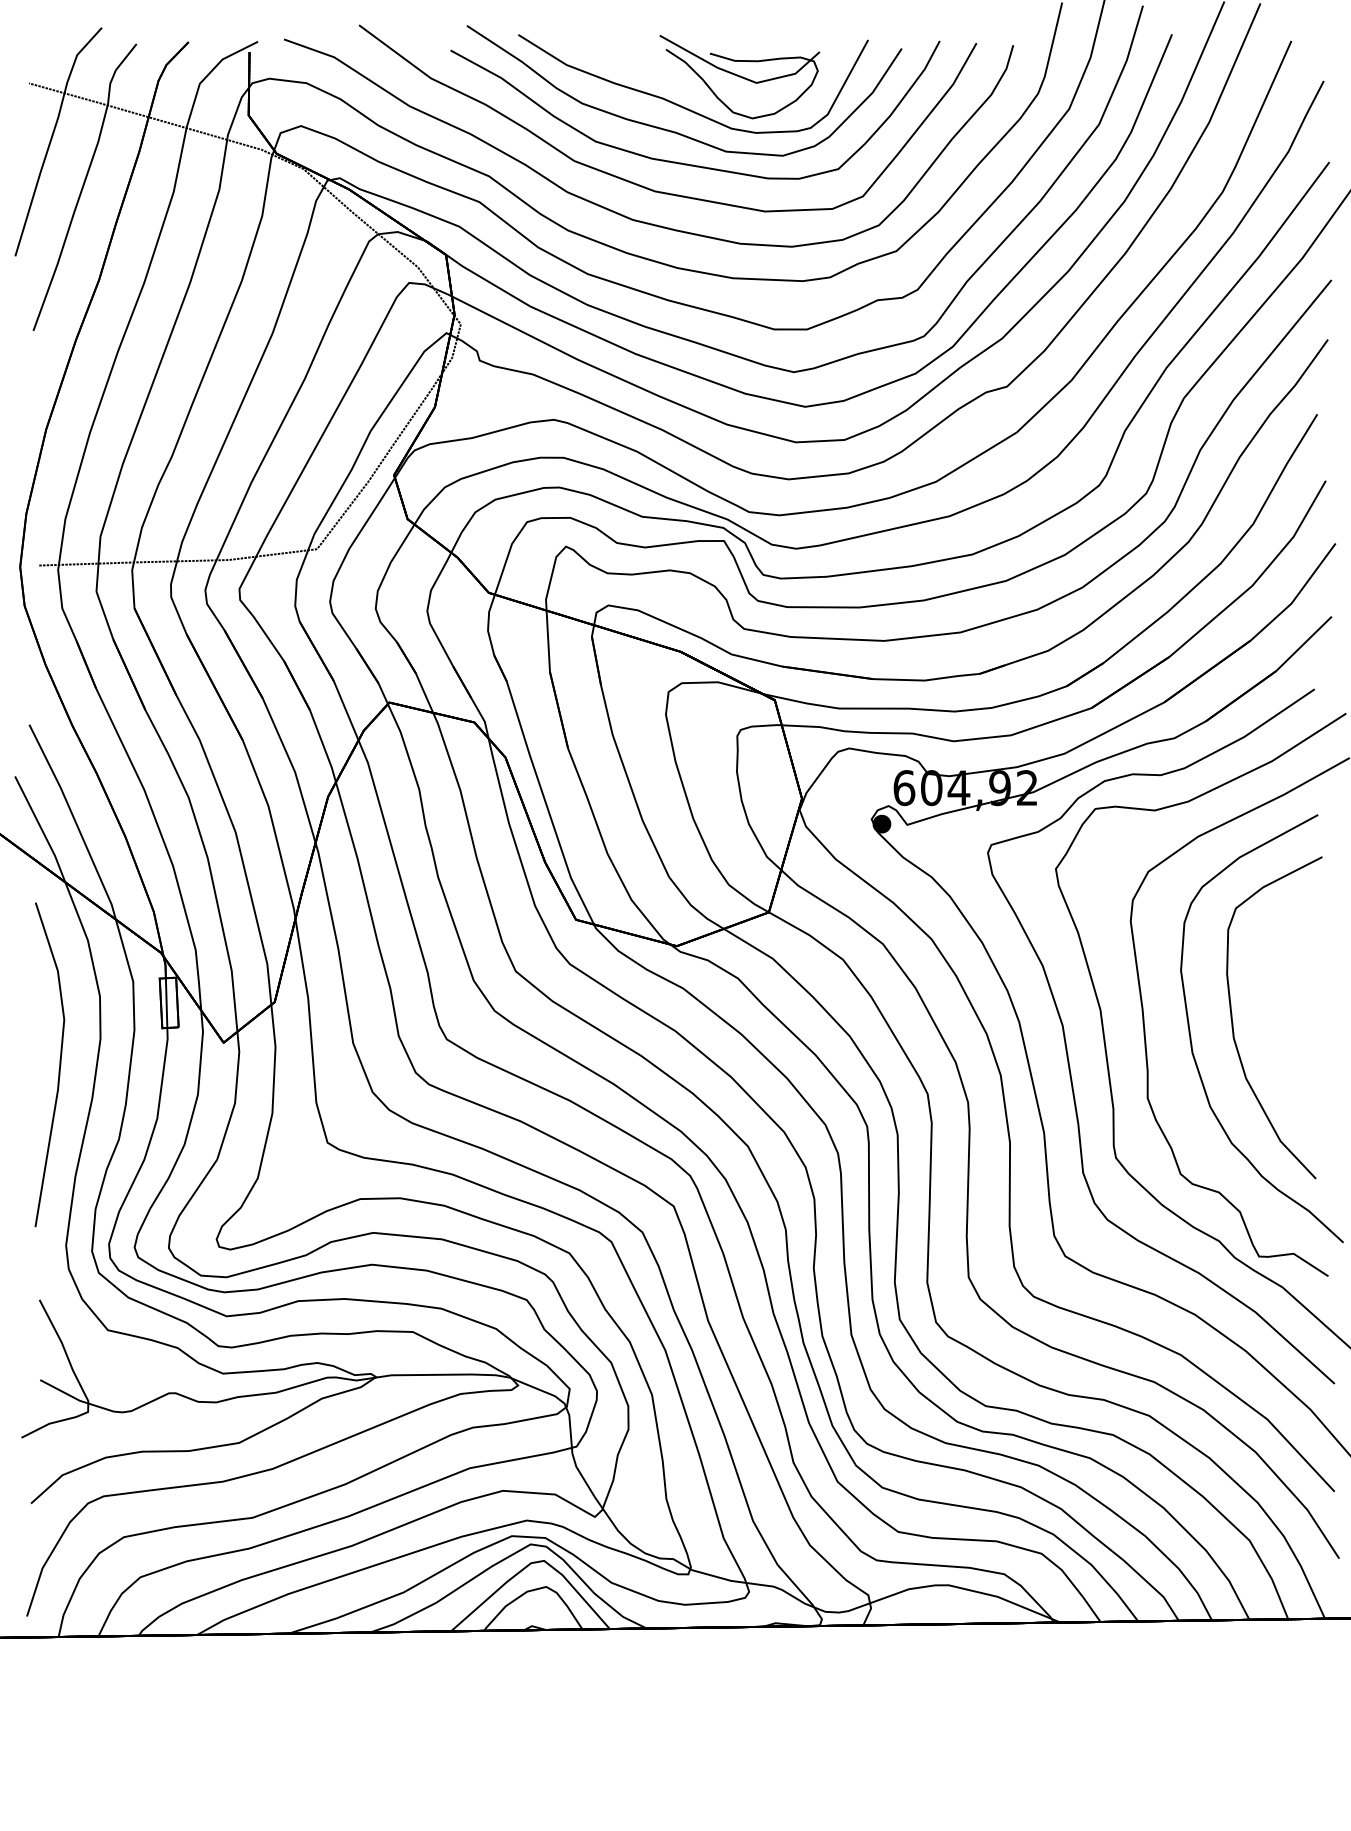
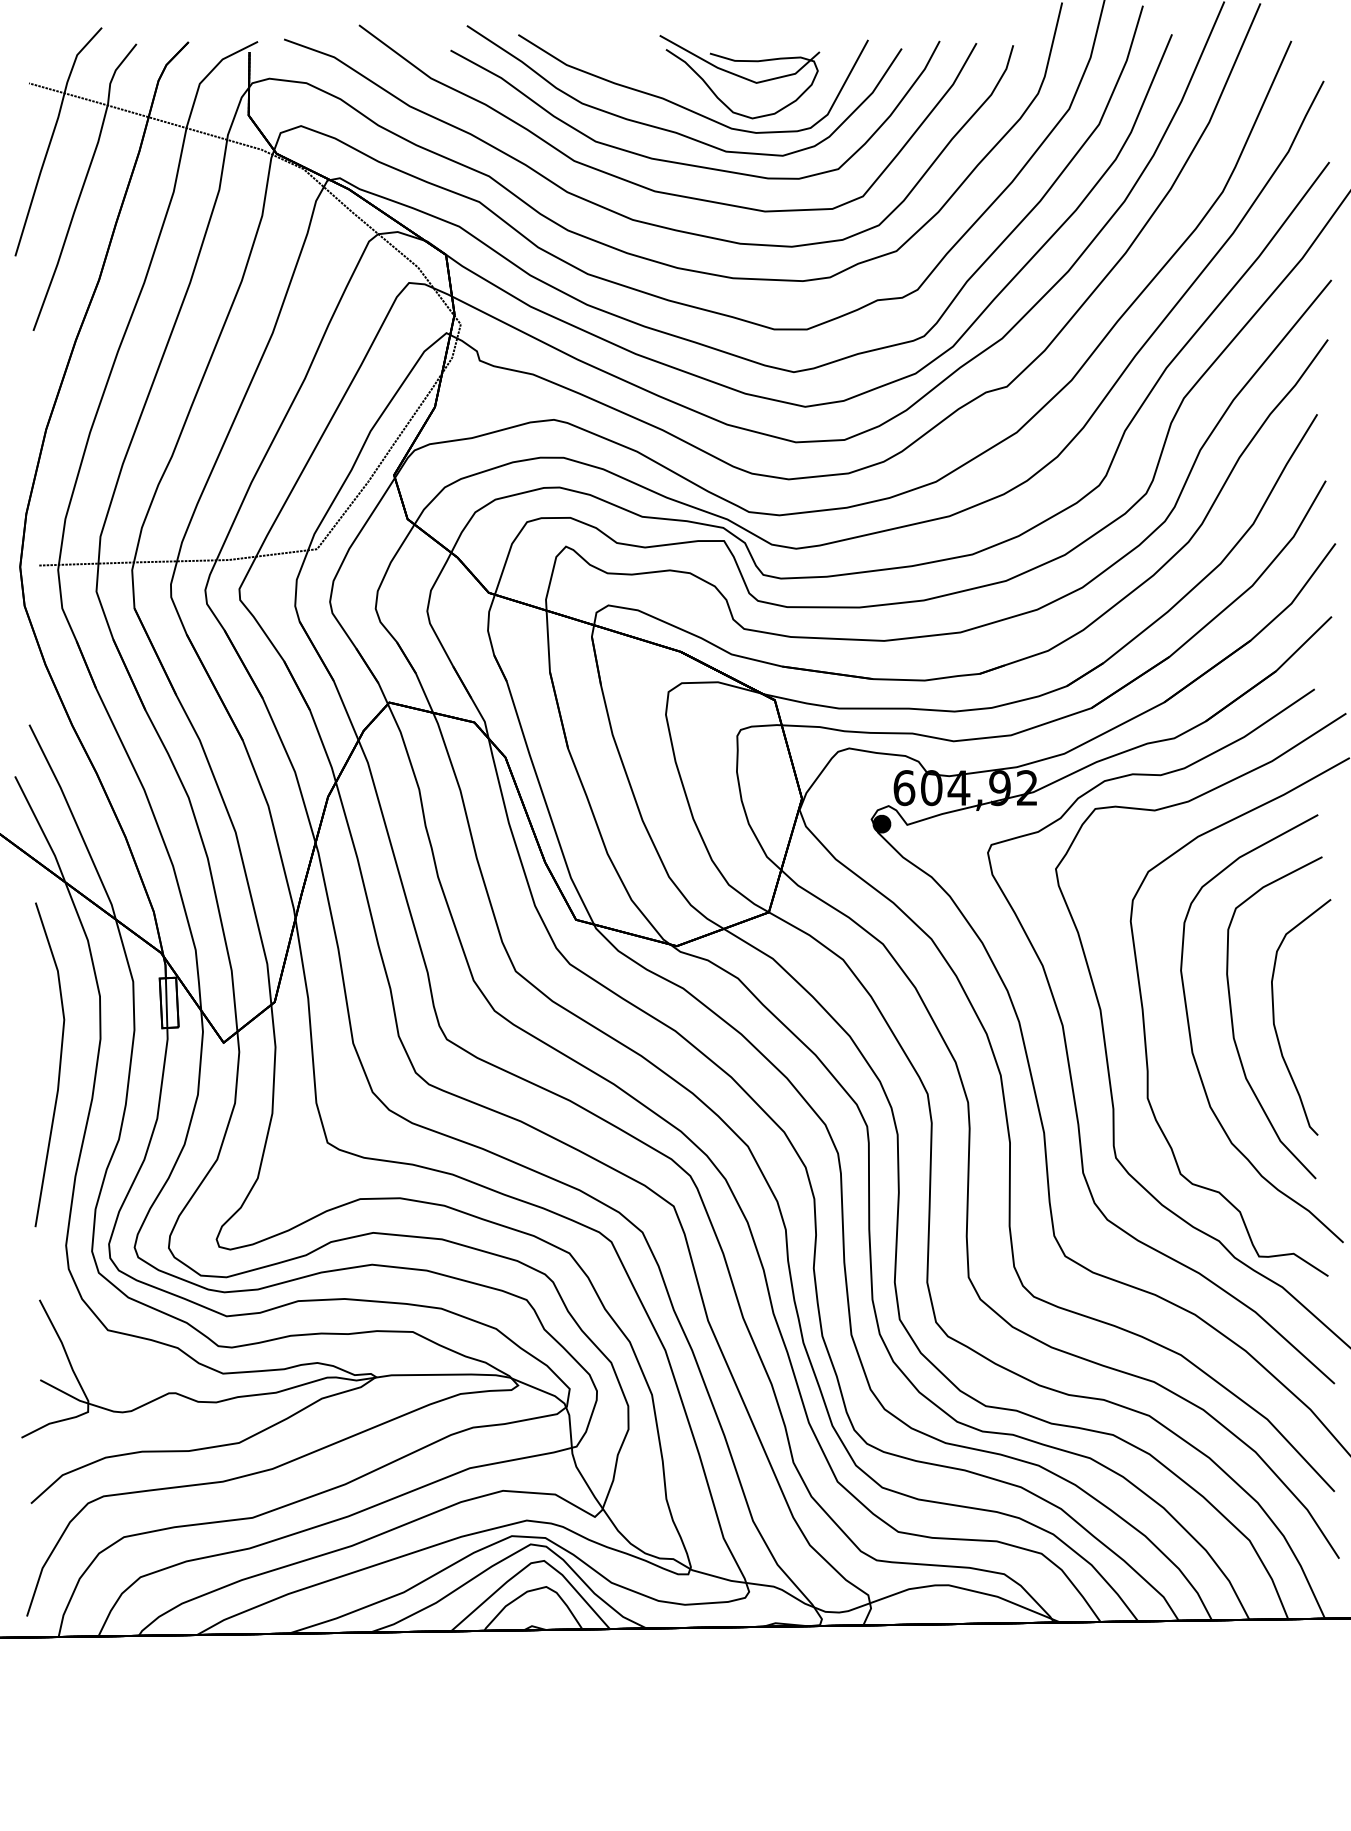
part at (1274, 1017): none -> present
